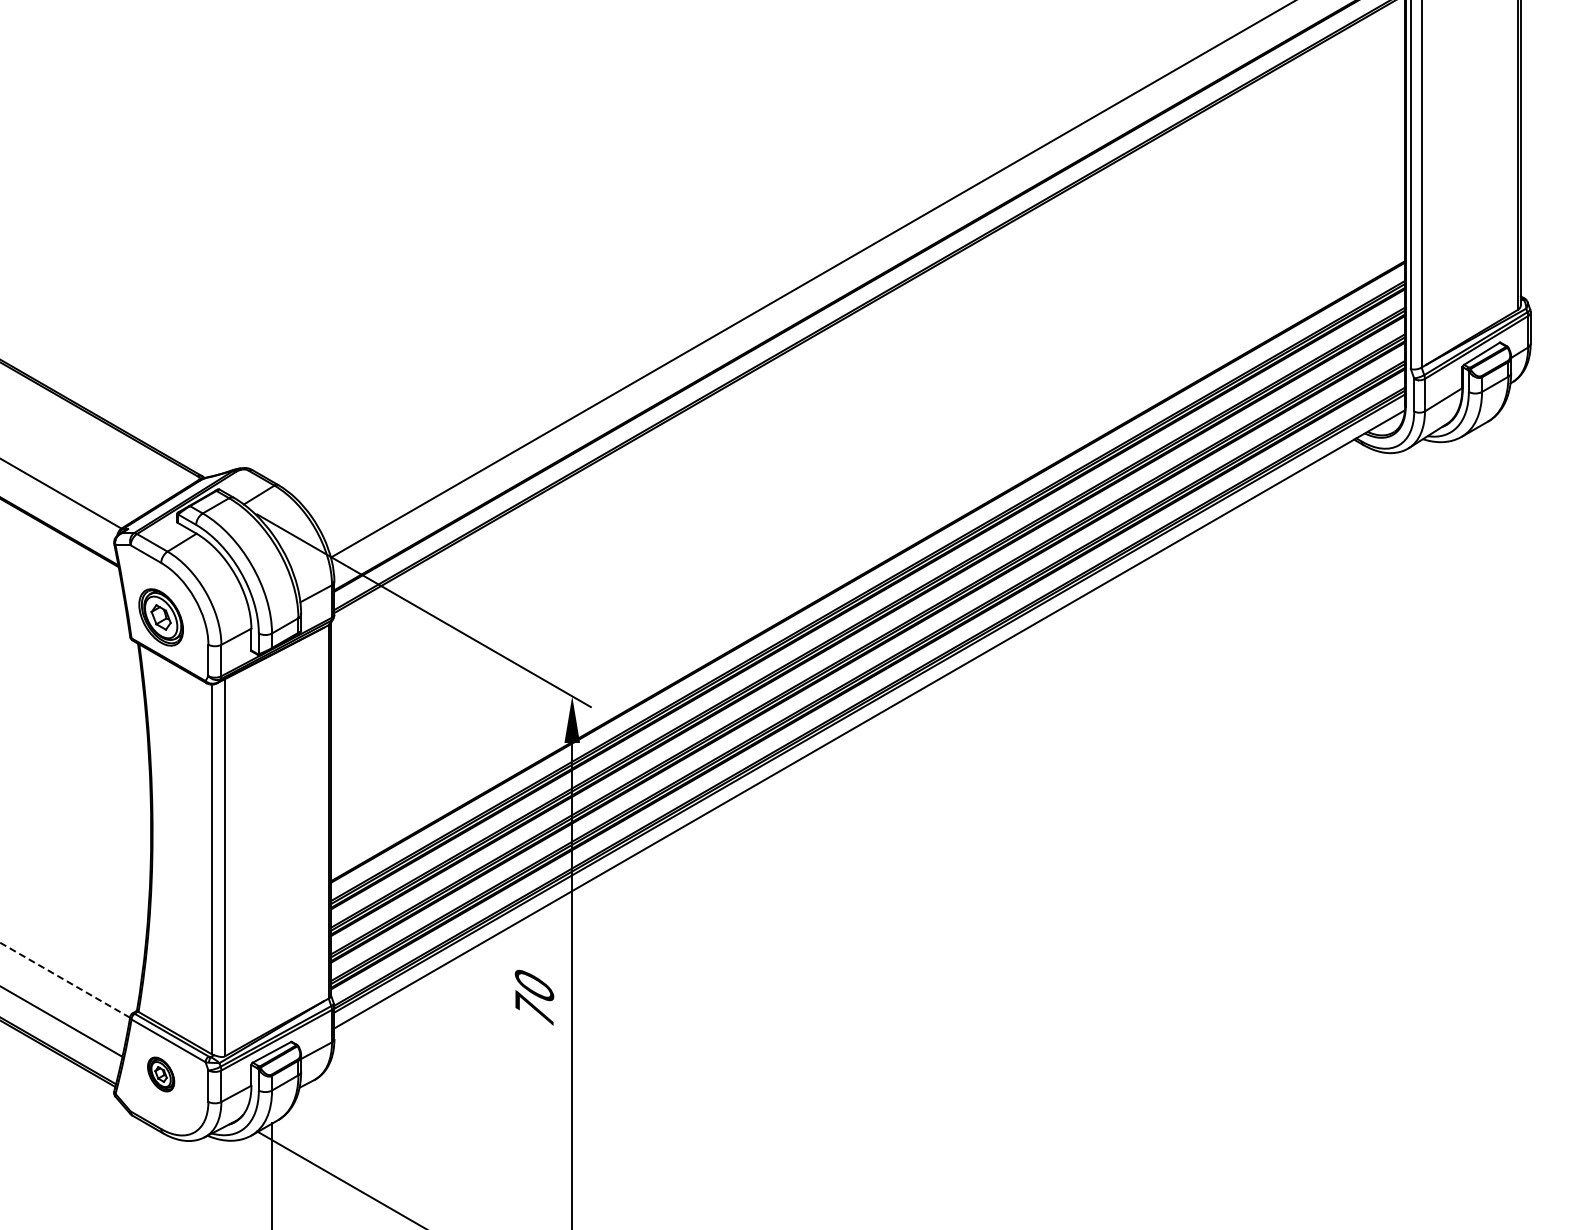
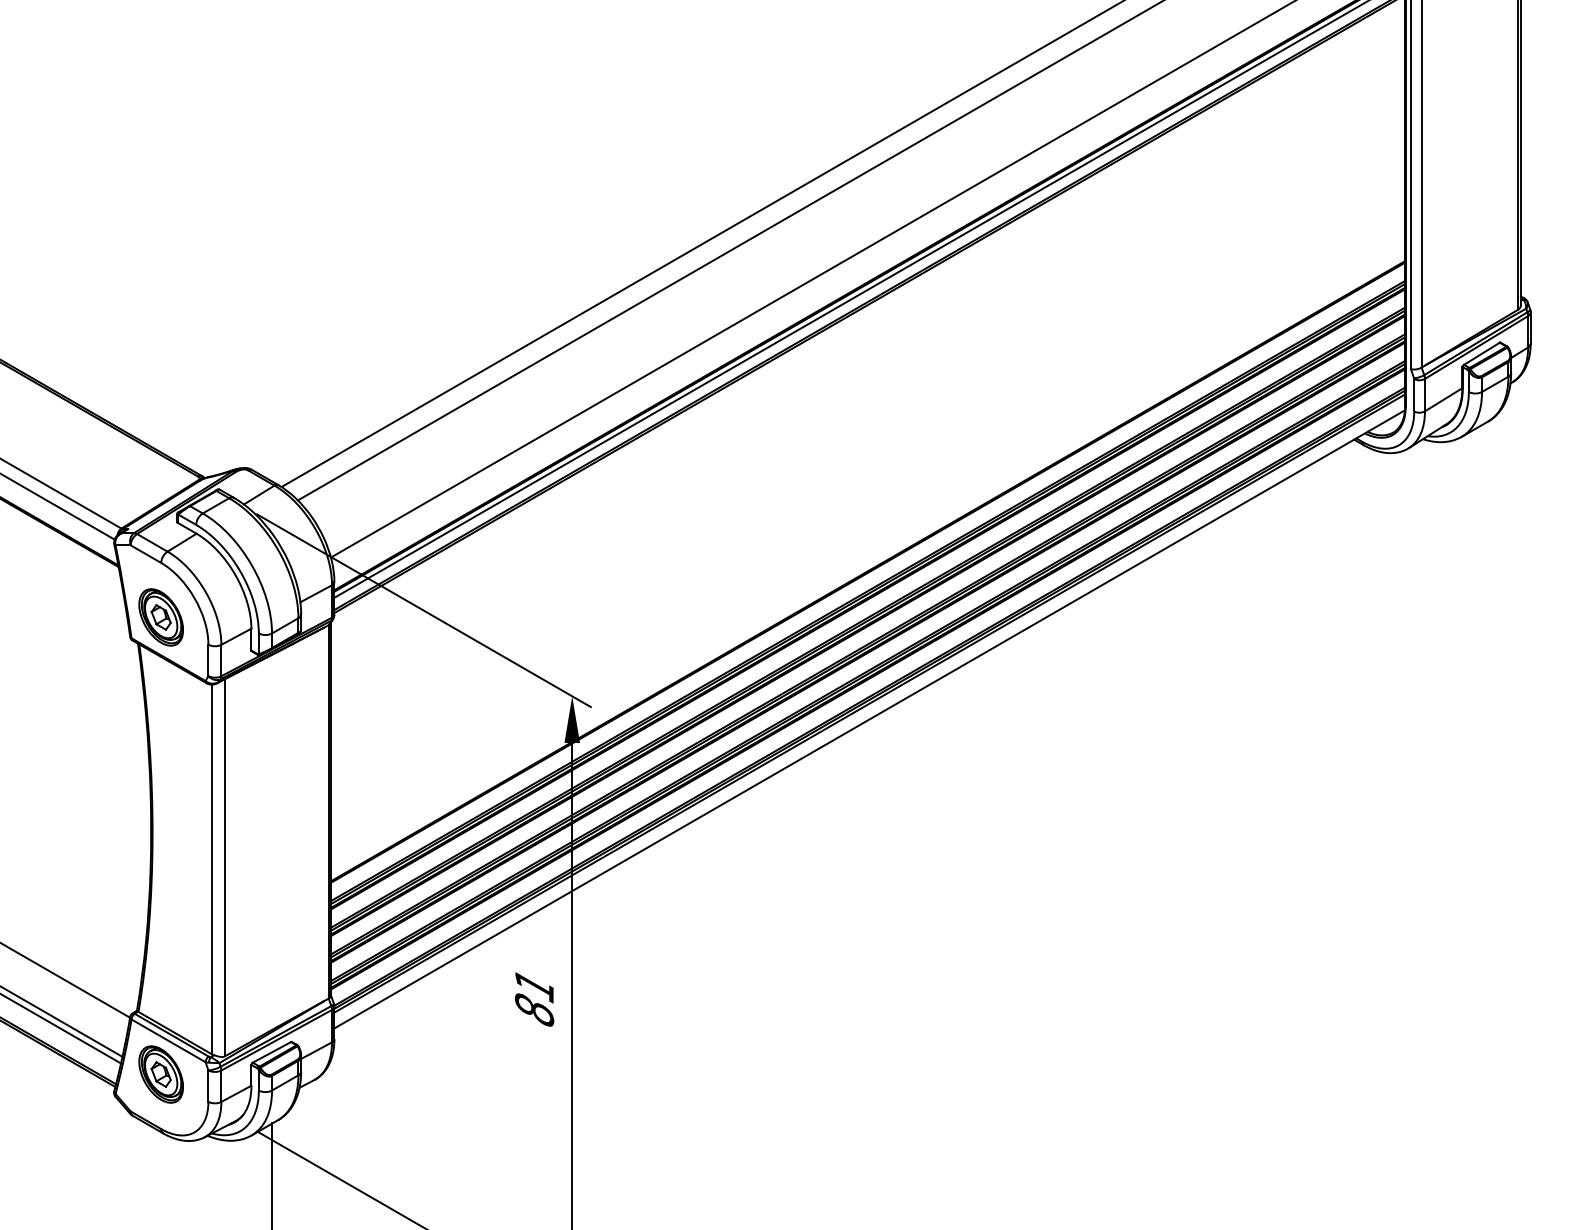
line at (701, 244): none -> present
line at (728, 251): none -> present
line at (850, 299): none -> present
line at (58, 507): none -> present
line at (65, 980): dashed -> solid
text at (534, 997): 70 -> 81
line at (61, 1028): none -> present
part at (161, 1074) size: 29x37 px -> 46x59 px
